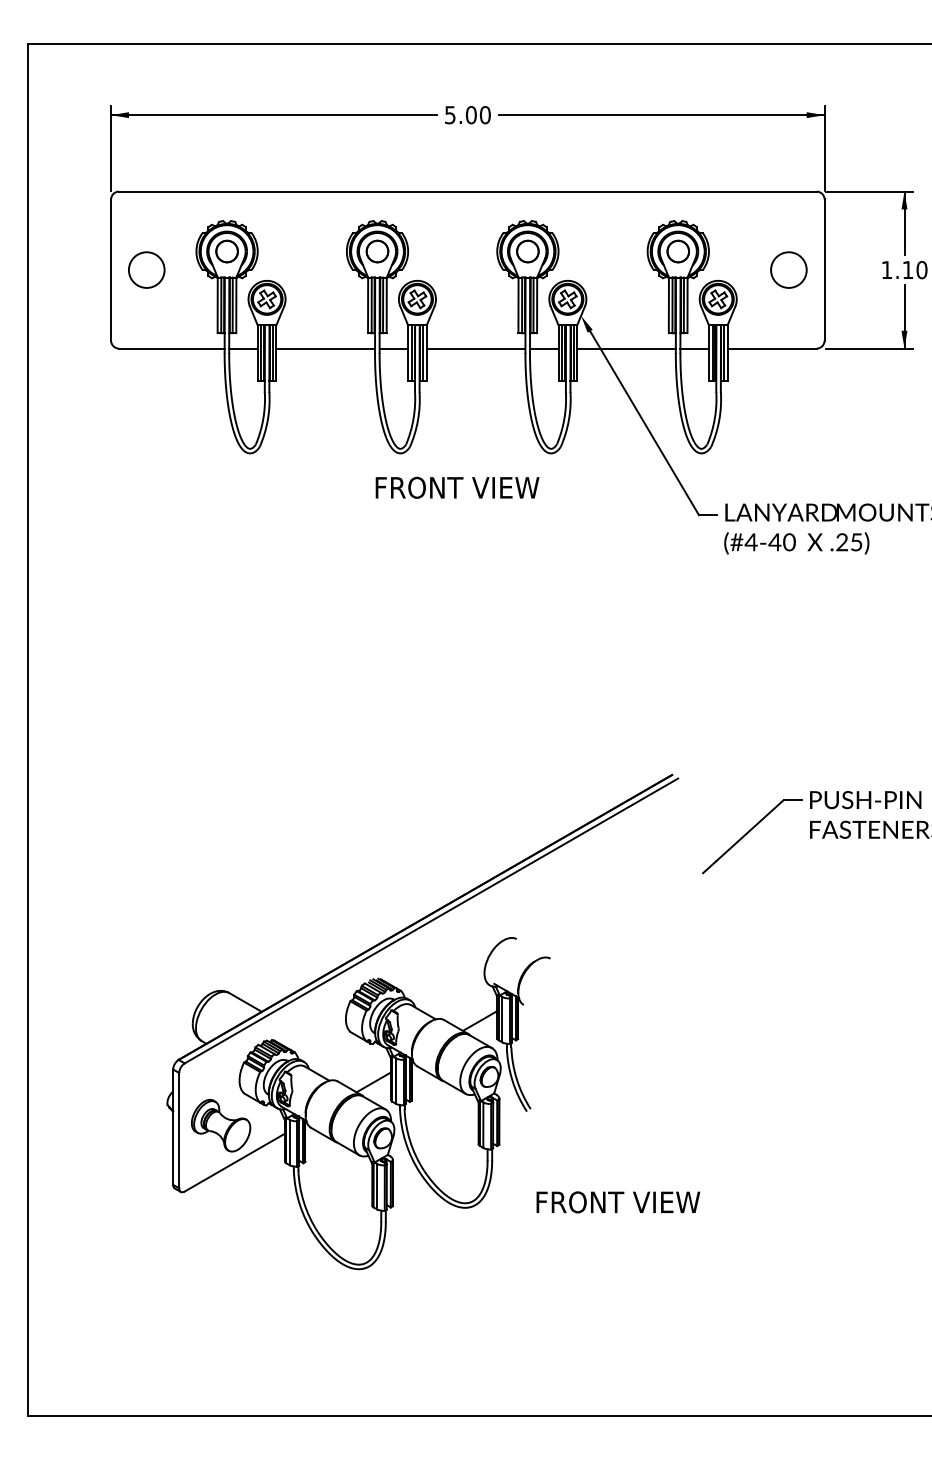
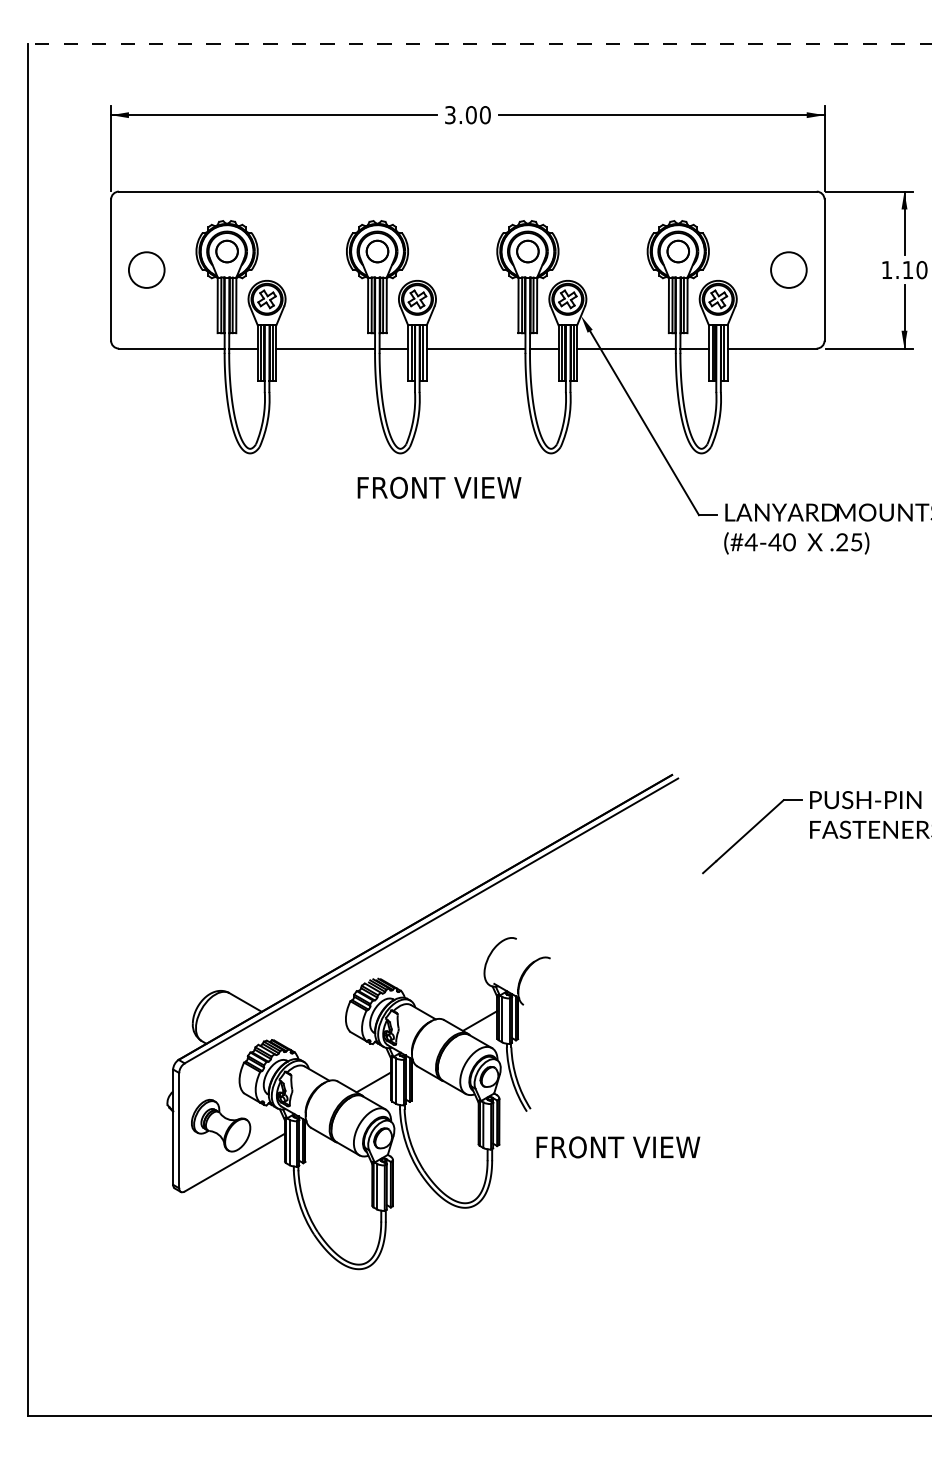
line at (479, 43): solid -> dashed
text at (450, 114): 5.00 -> 3.00
text at (457, 487) position: (457, 487) -> (439, 487)
text at (618, 1202) position: (618, 1202) -> (618, 1147)
